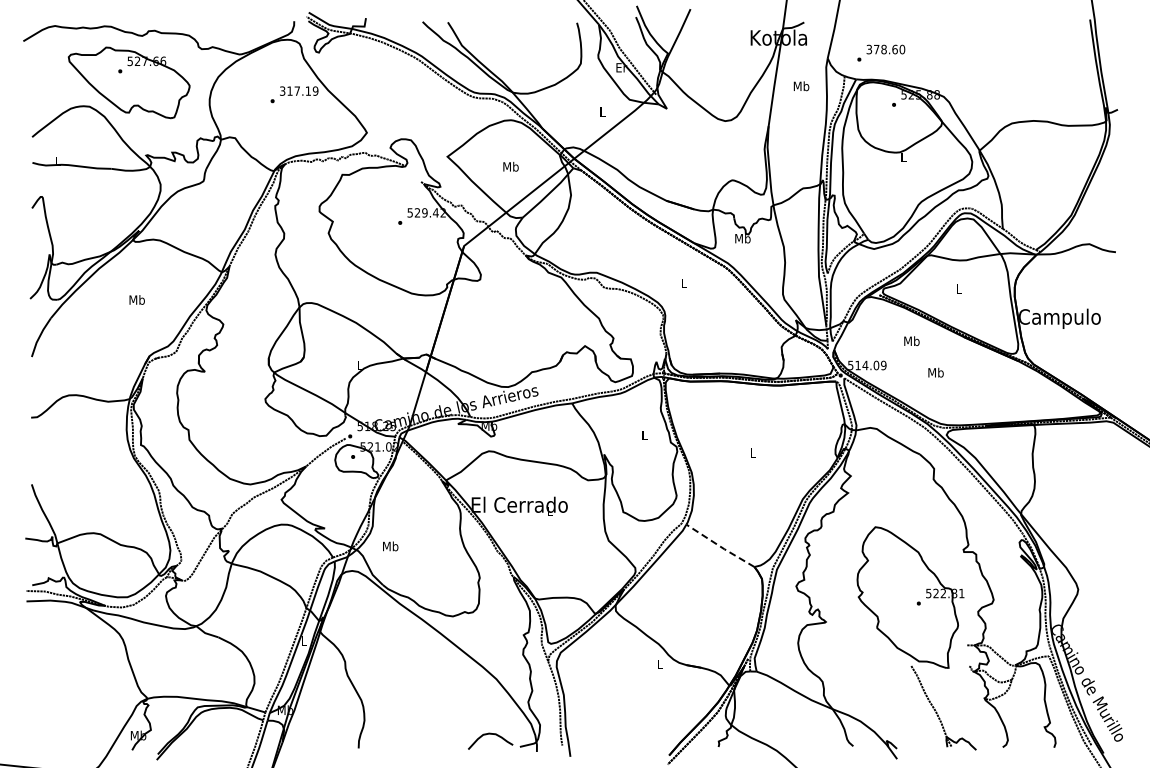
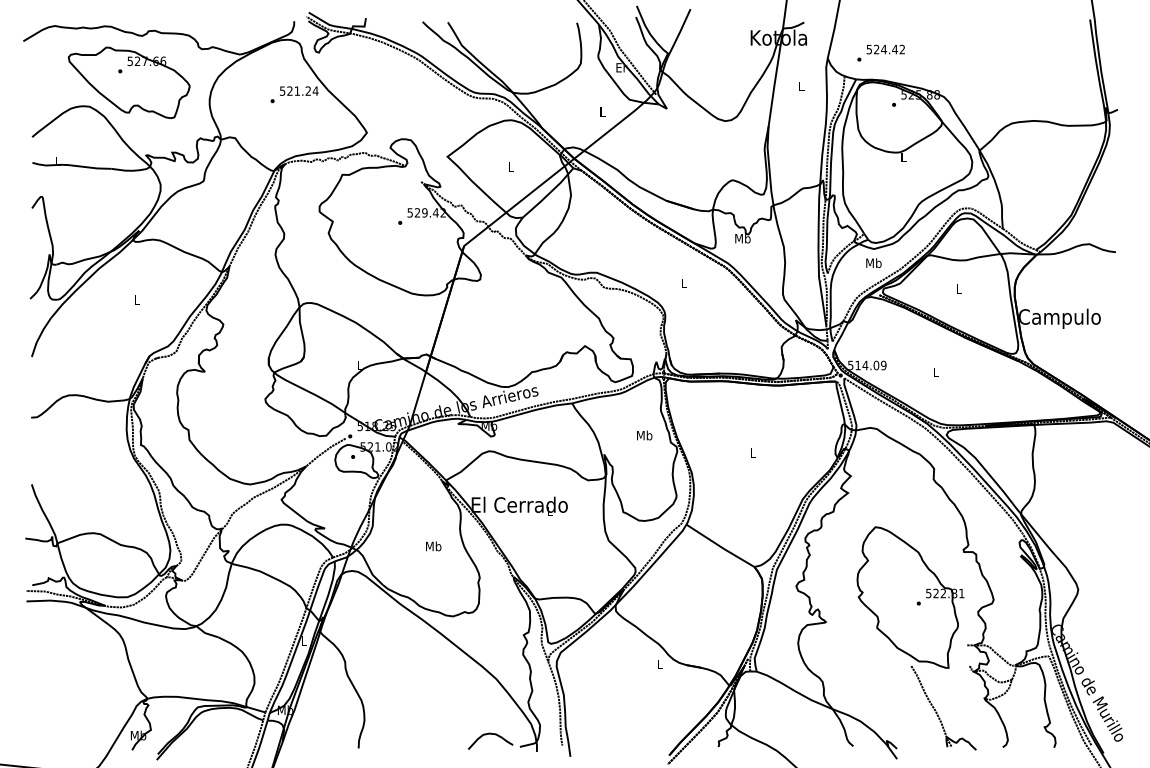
text at (886, 49): 378.60 -> 524.42
text at (801, 86): Mb -> L
text at (299, 90): 317.19 -> 521.24
text at (510, 166): Mb -> L
text at (136, 299): Mb -> L
text at (911, 340) position: (911, 340) -> (873, 262)
text at (935, 372): Mb -> L
text at (644, 435): L -> Mb
text at (390, 546) position: (390, 546) -> (433, 546)
line at (720, 546): dashed -> solid
